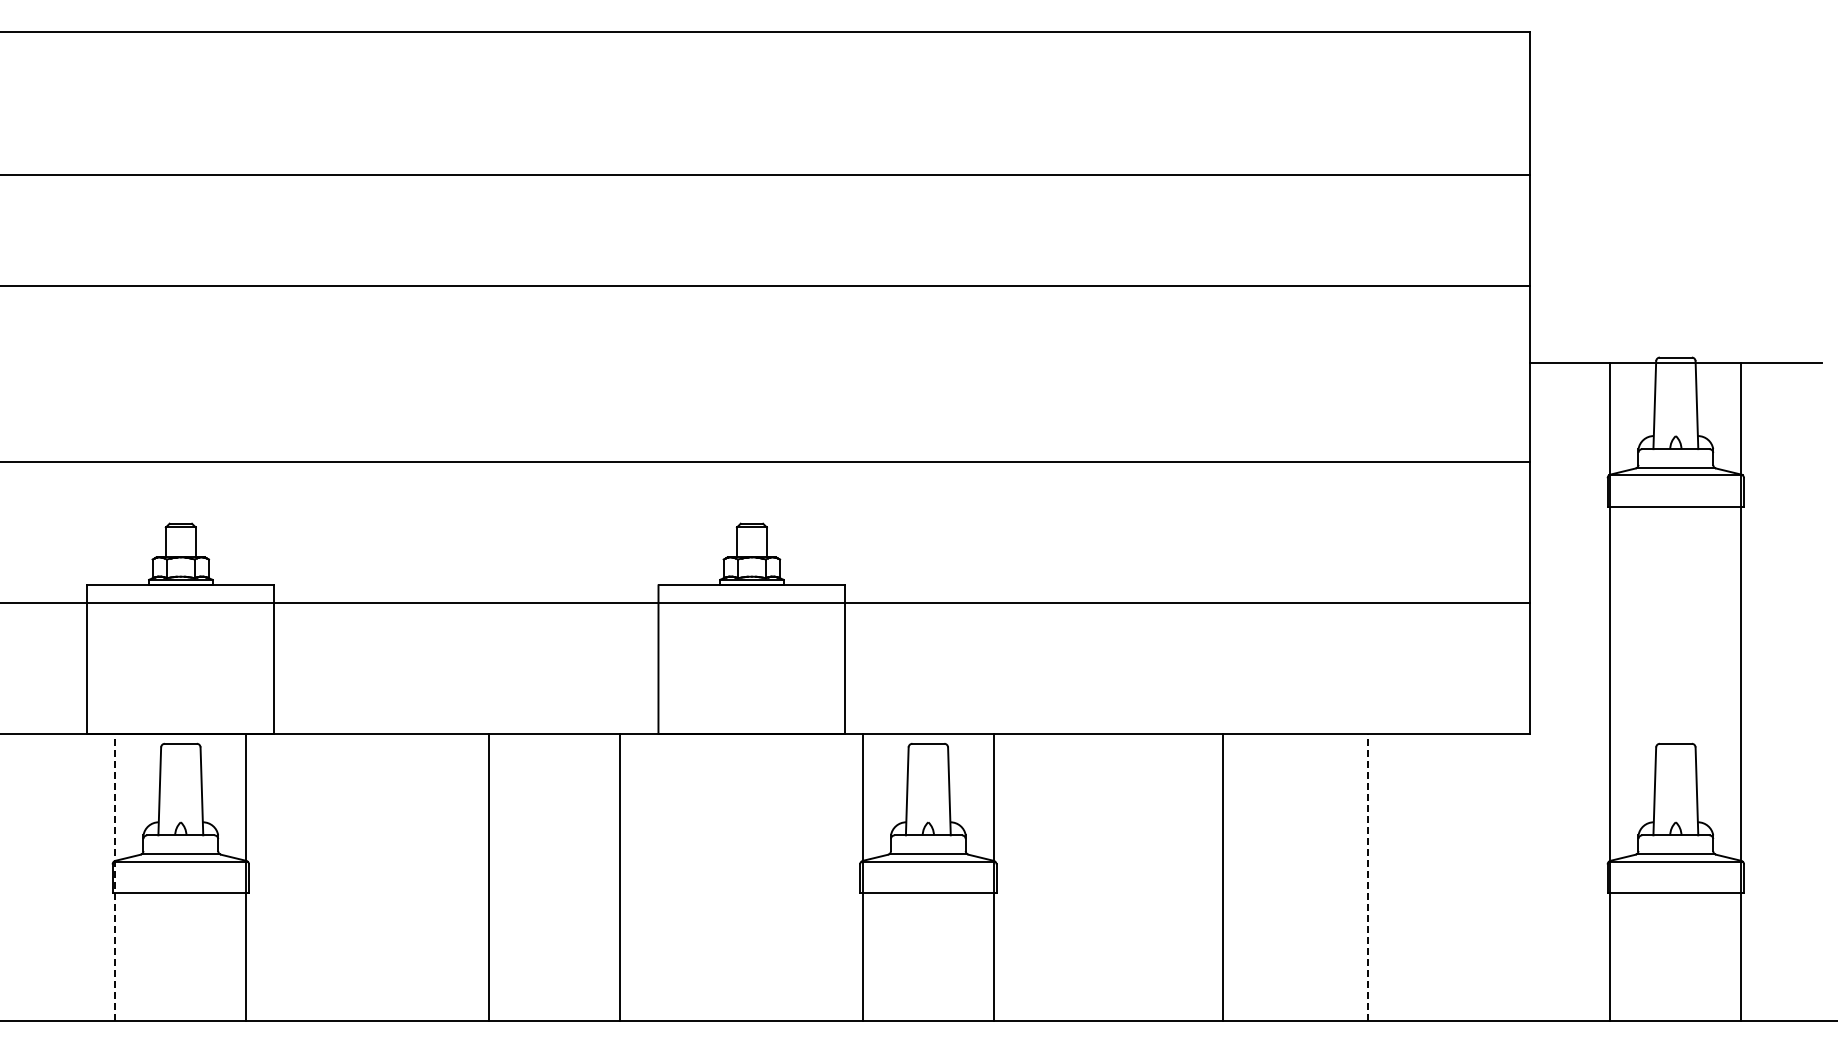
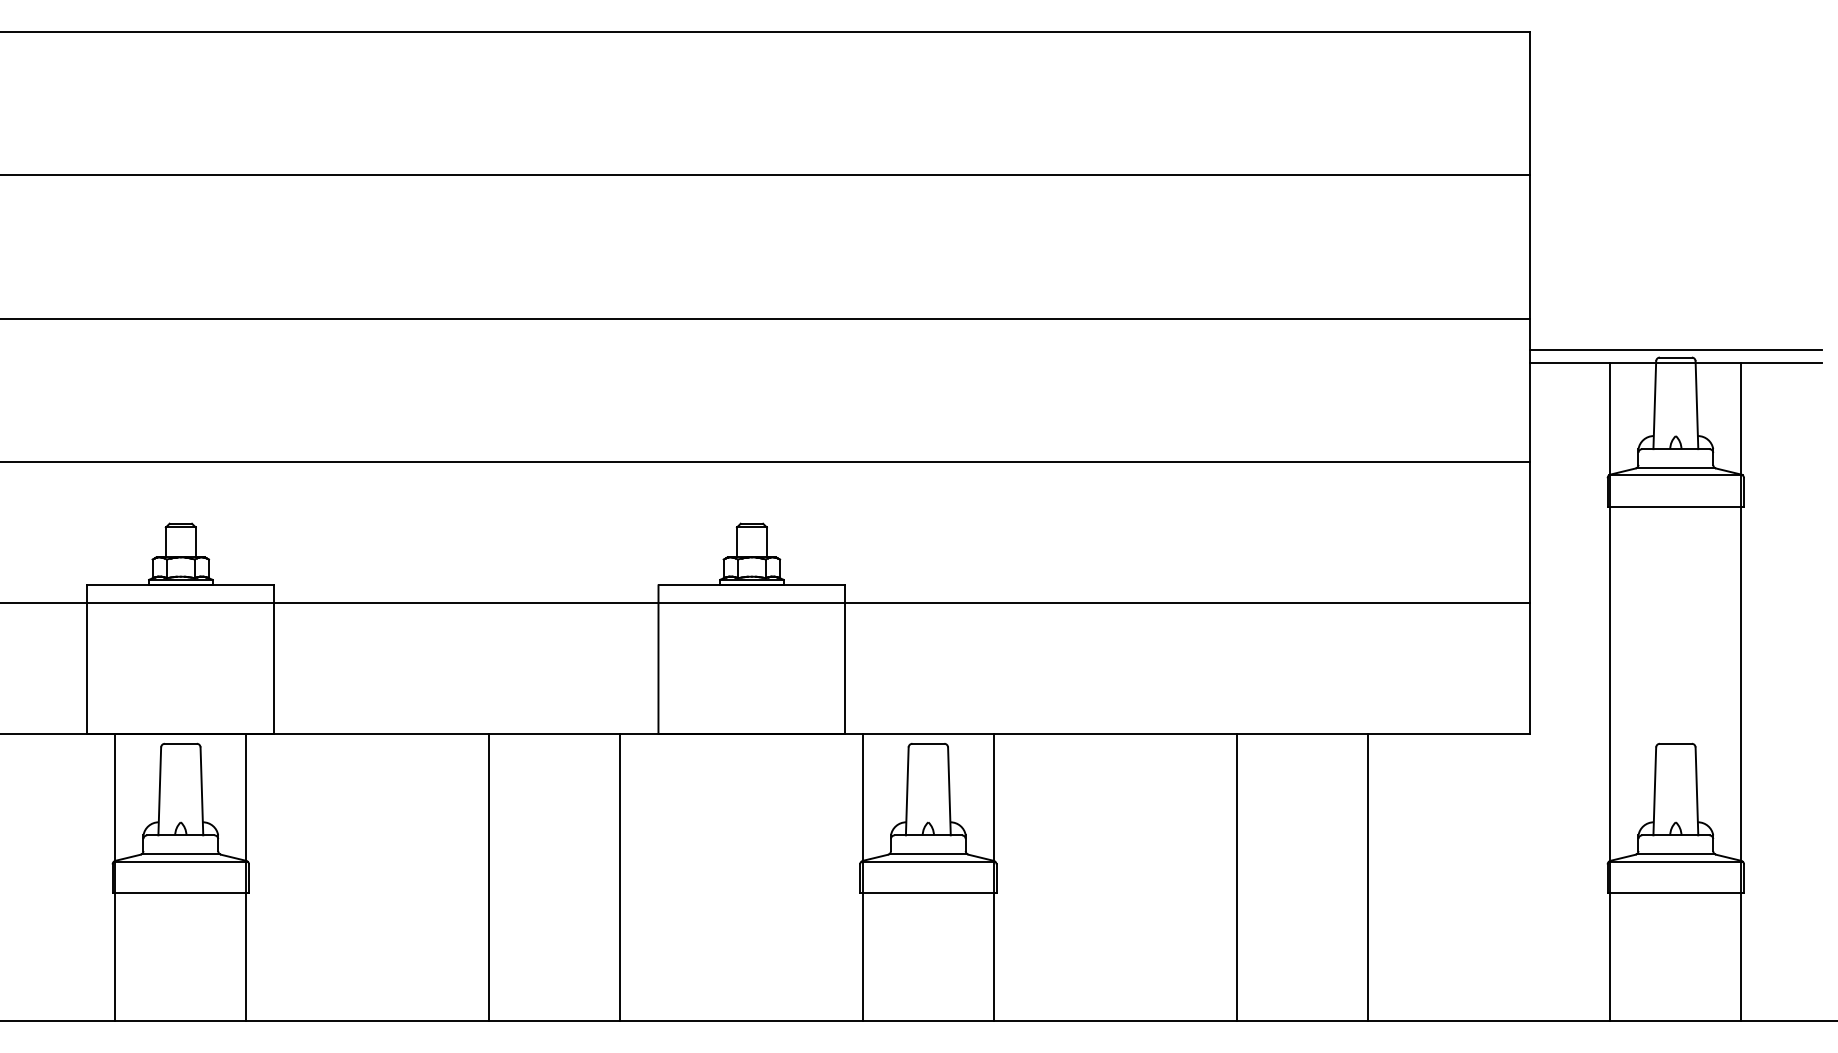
line at (766, 285) position: (766, 285) -> (766, 318)
line at (1675, 350): none -> present
line at (115, 877): dashed -> solid
line at (1222, 877) position: (1222, 877) -> (1236, 877)
line at (1367, 877): dashed -> solid
